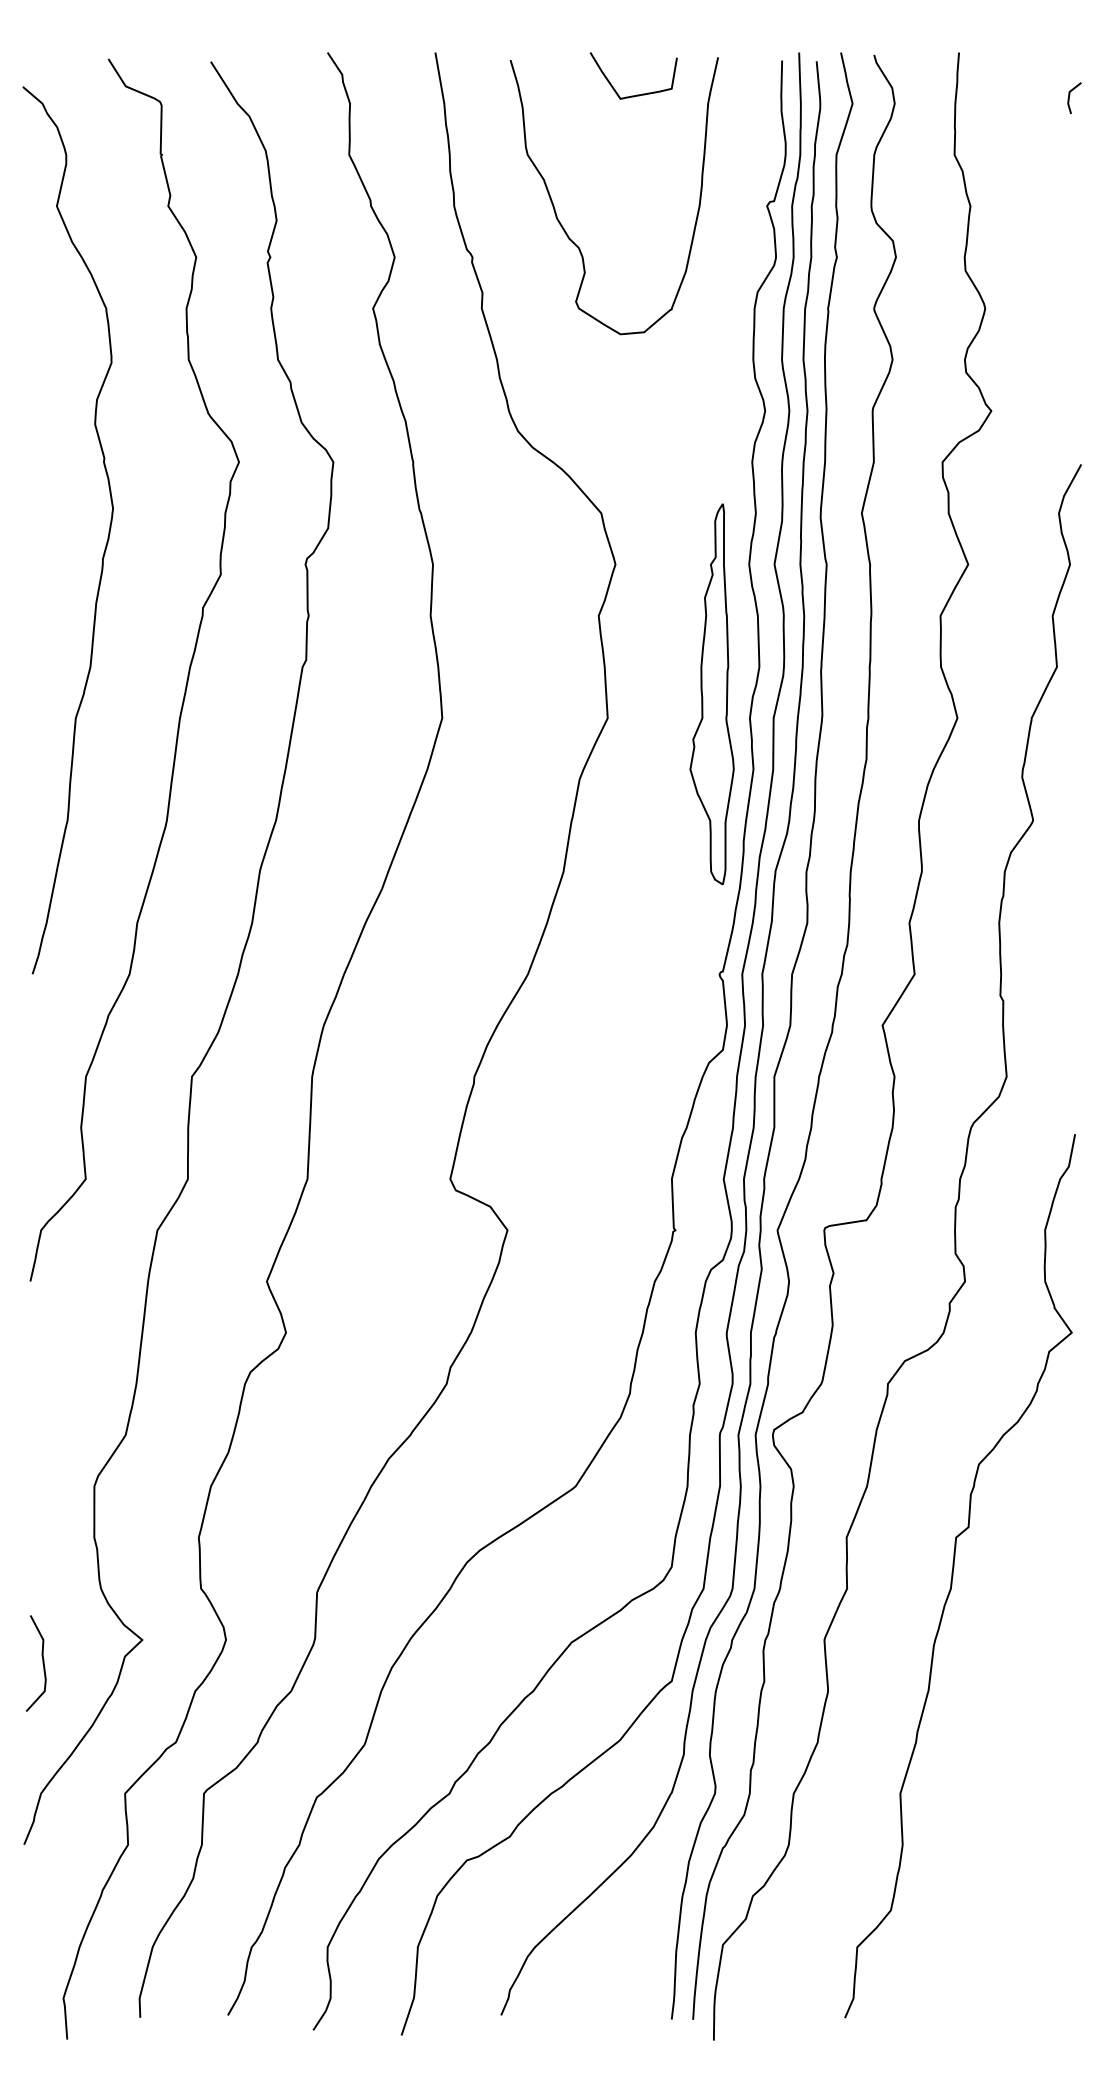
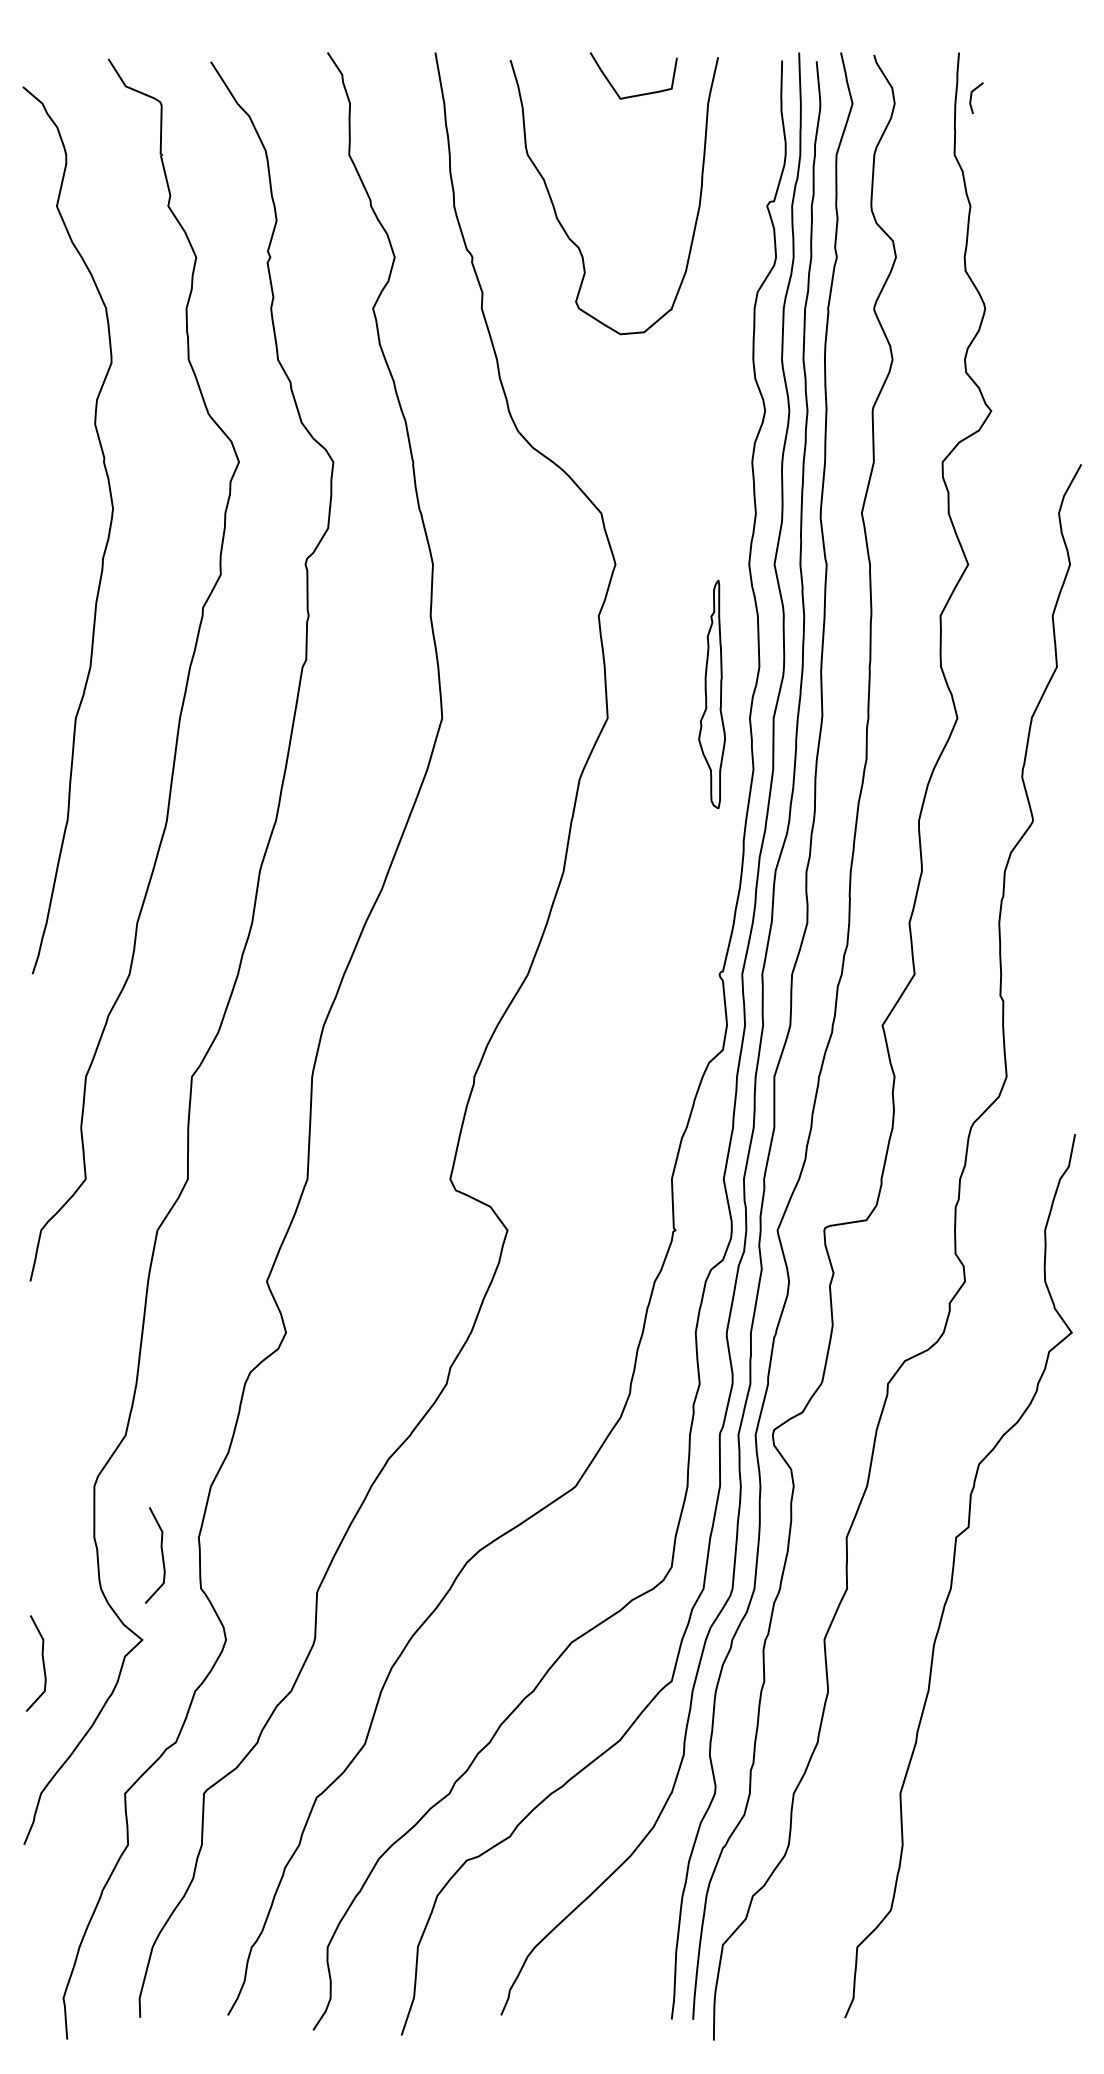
line at (1070, 95) position: (1070, 95) -> (972, 95)
part at (711, 694) size: 46x383 px -> 28x230 px
curve at (161, 1555): none -> present
